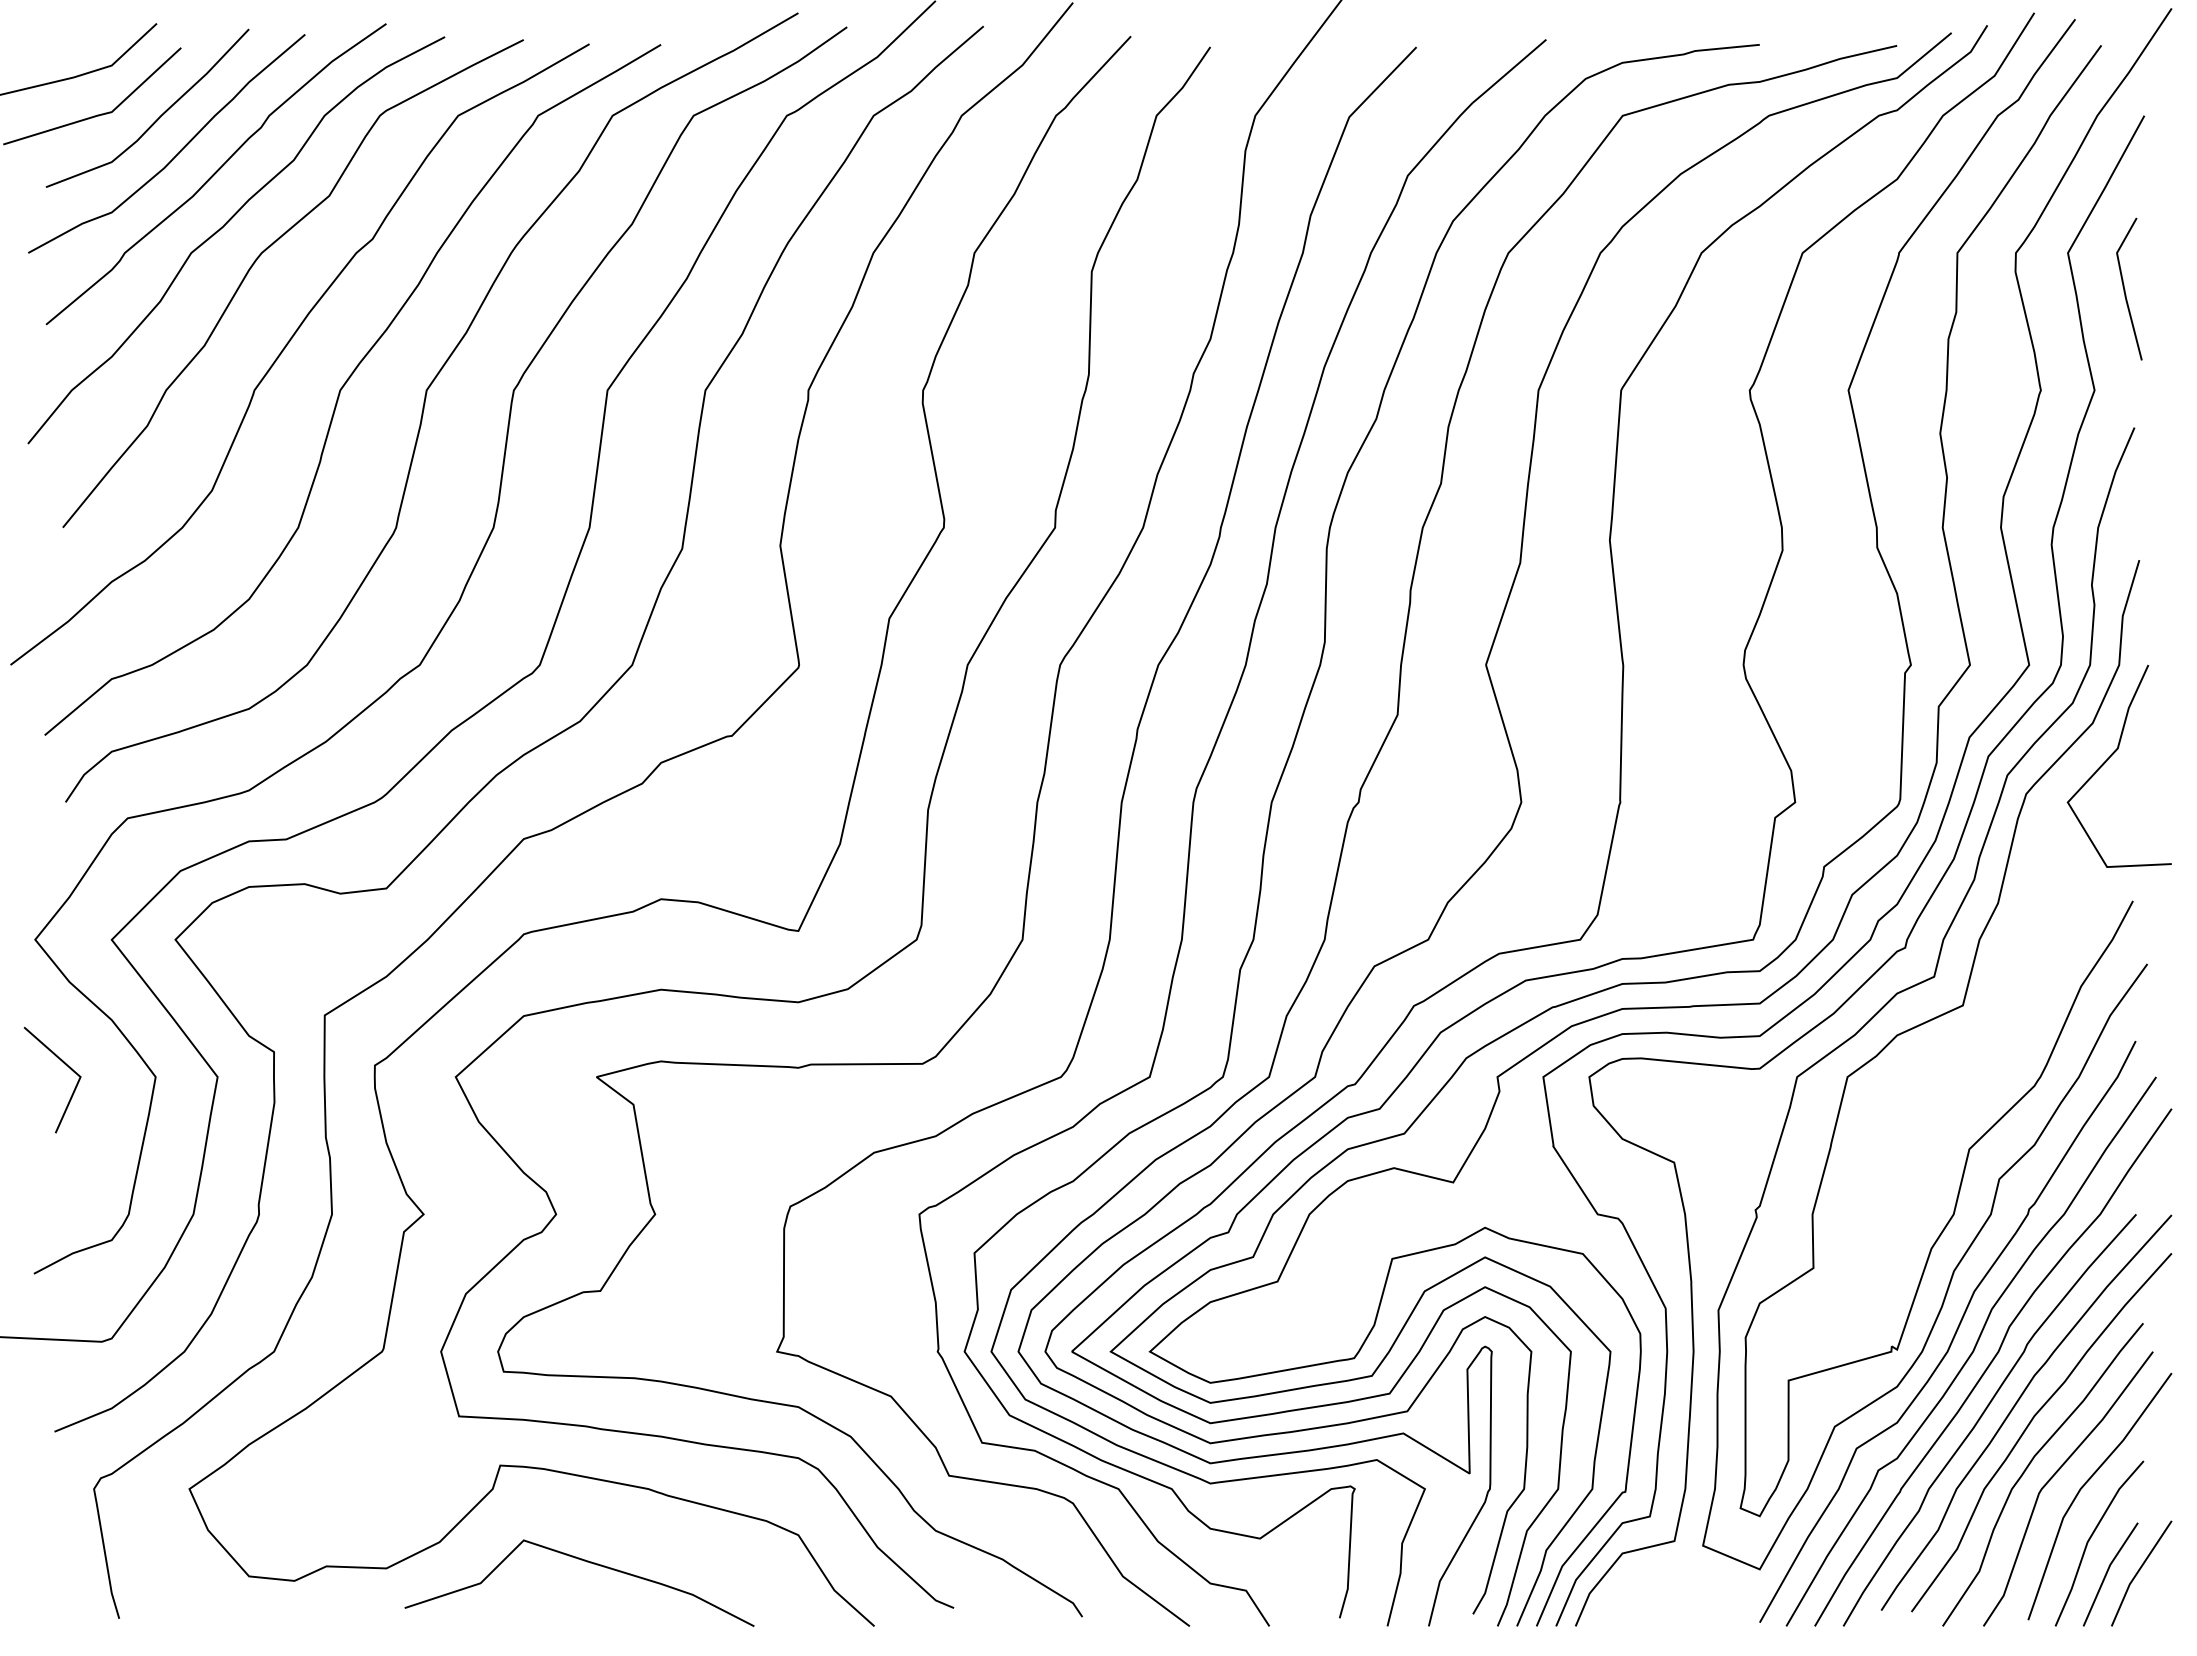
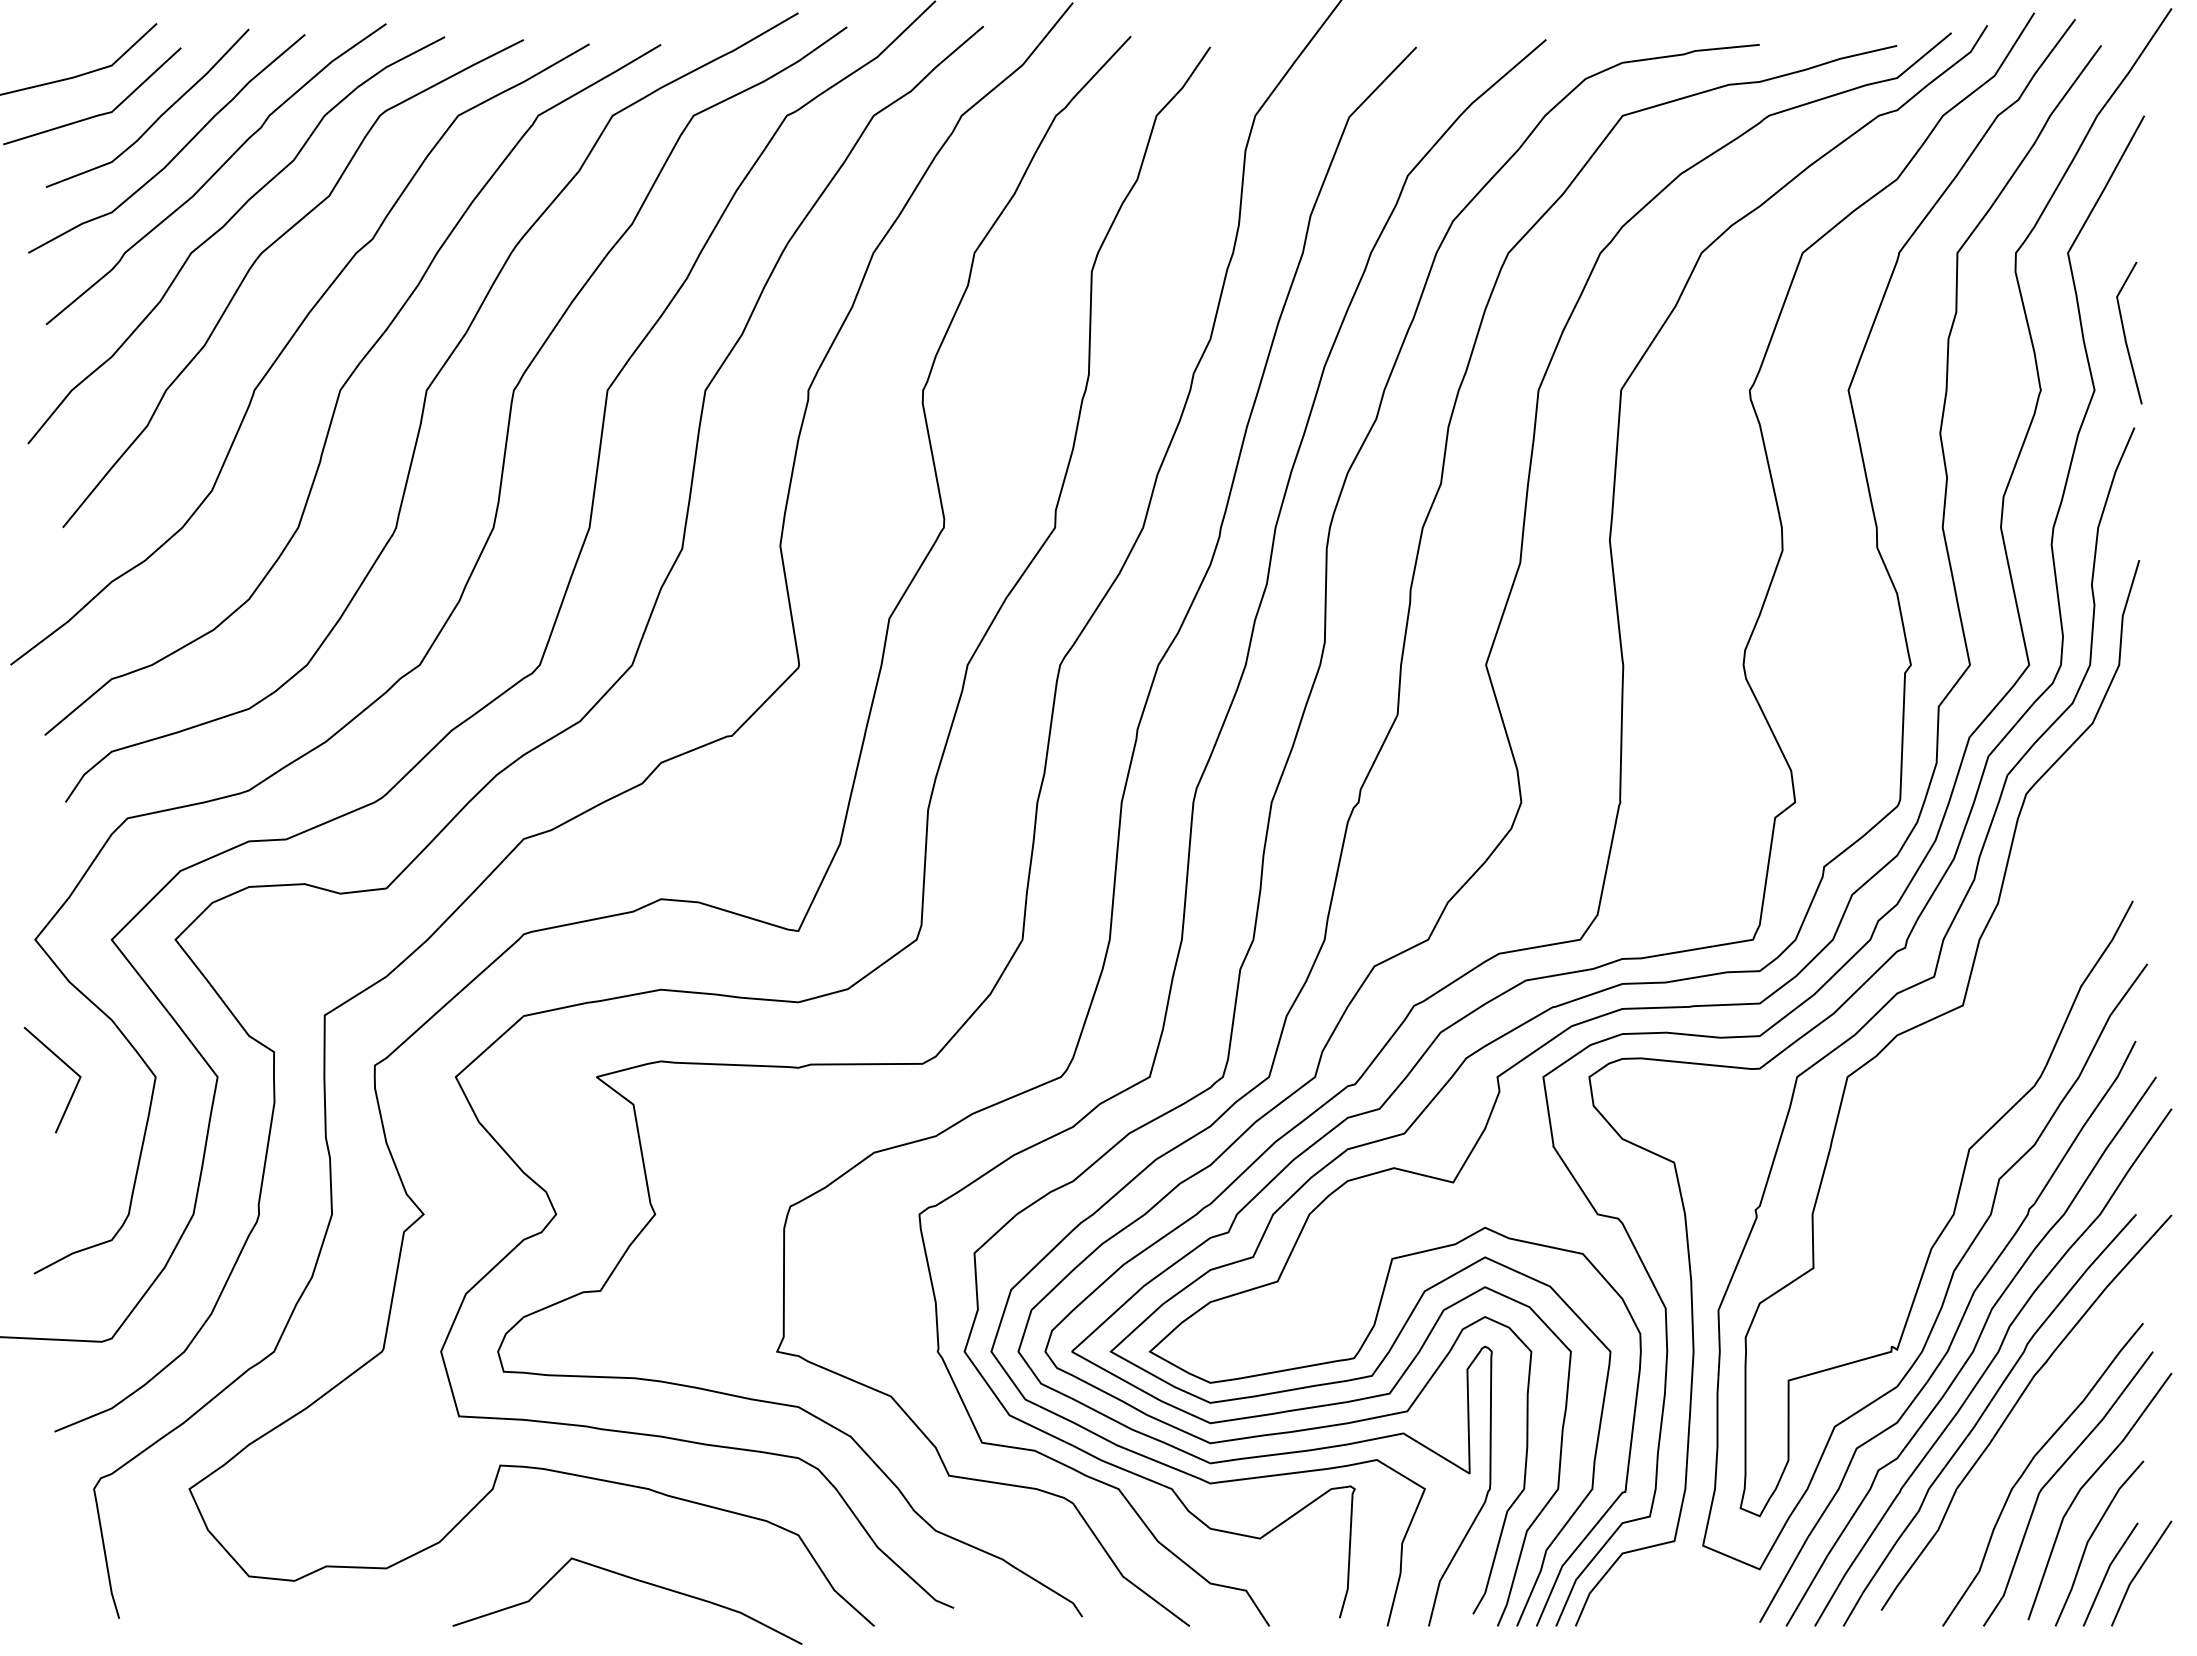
line at (2125, 289) position: (2125, 289) -> (2125, 333)
curve at (2110, 757): present -> none
curve at (2029, 1425): present -> none
curve at (587, 1562) position: (587, 1562) -> (635, 1580)
